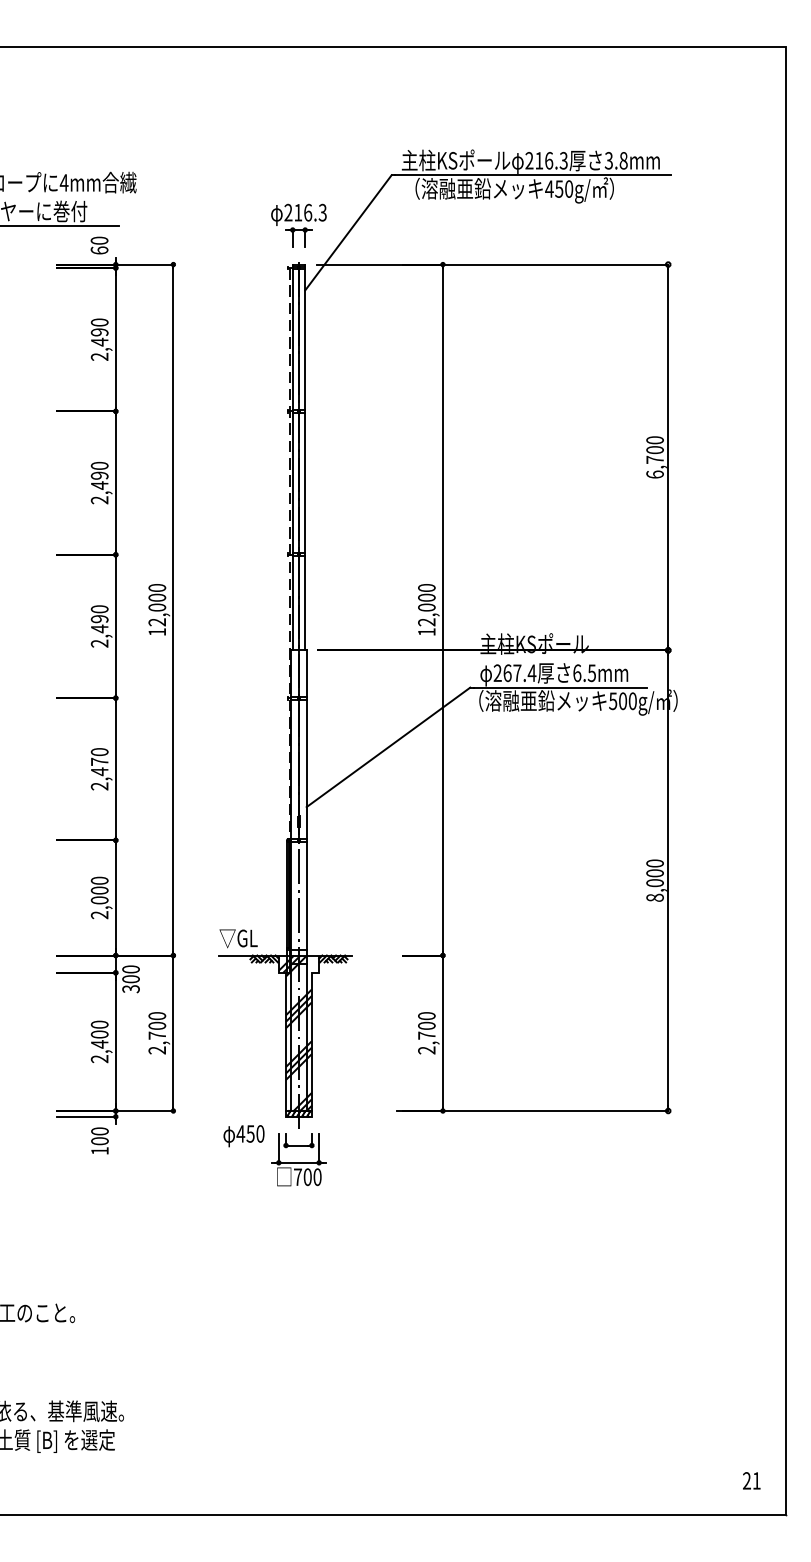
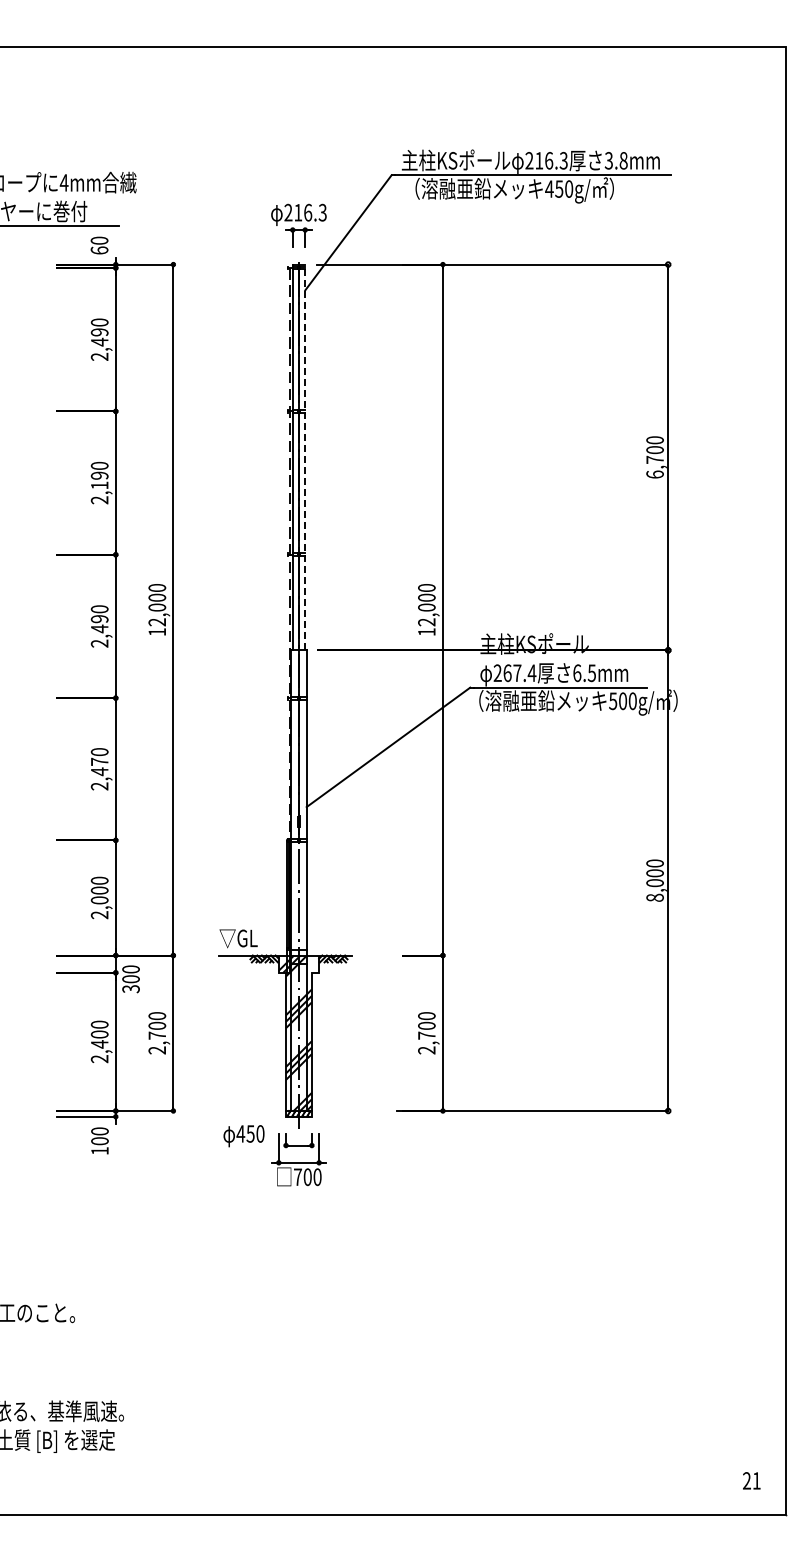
line at (305, 457): solid -> dashed
text at (99, 485): 2,490 -> 2,190
